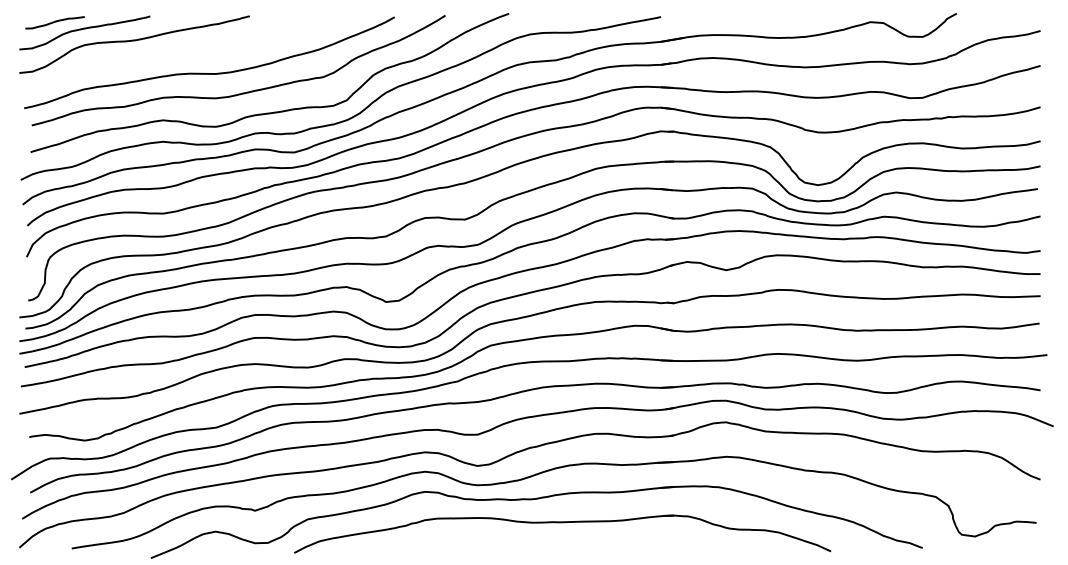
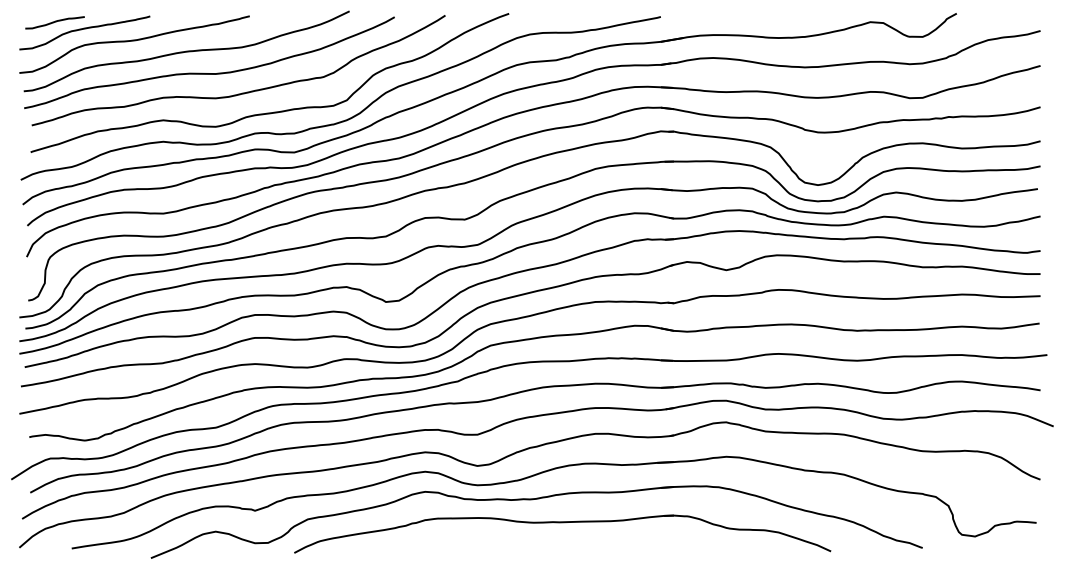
curve at (186, 51): none -> present
